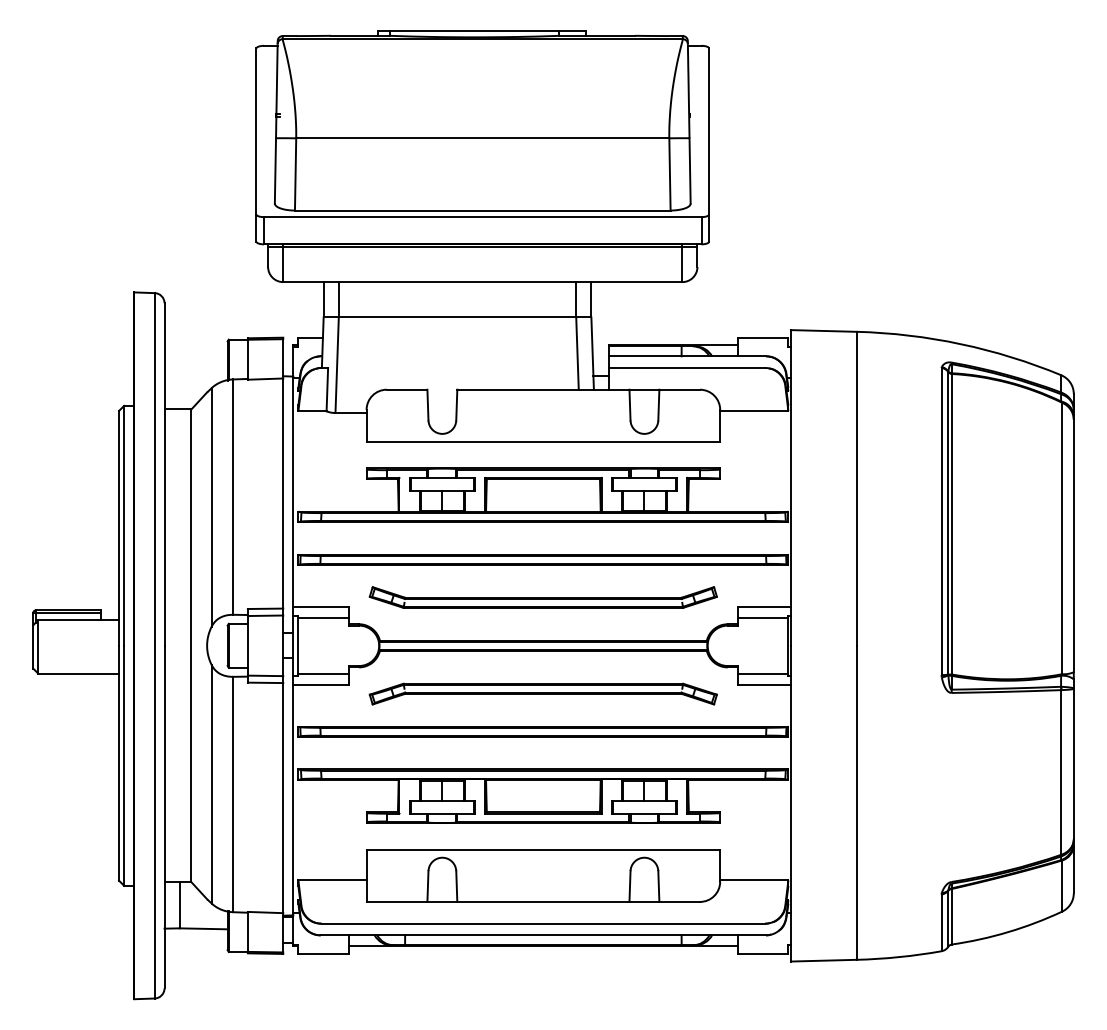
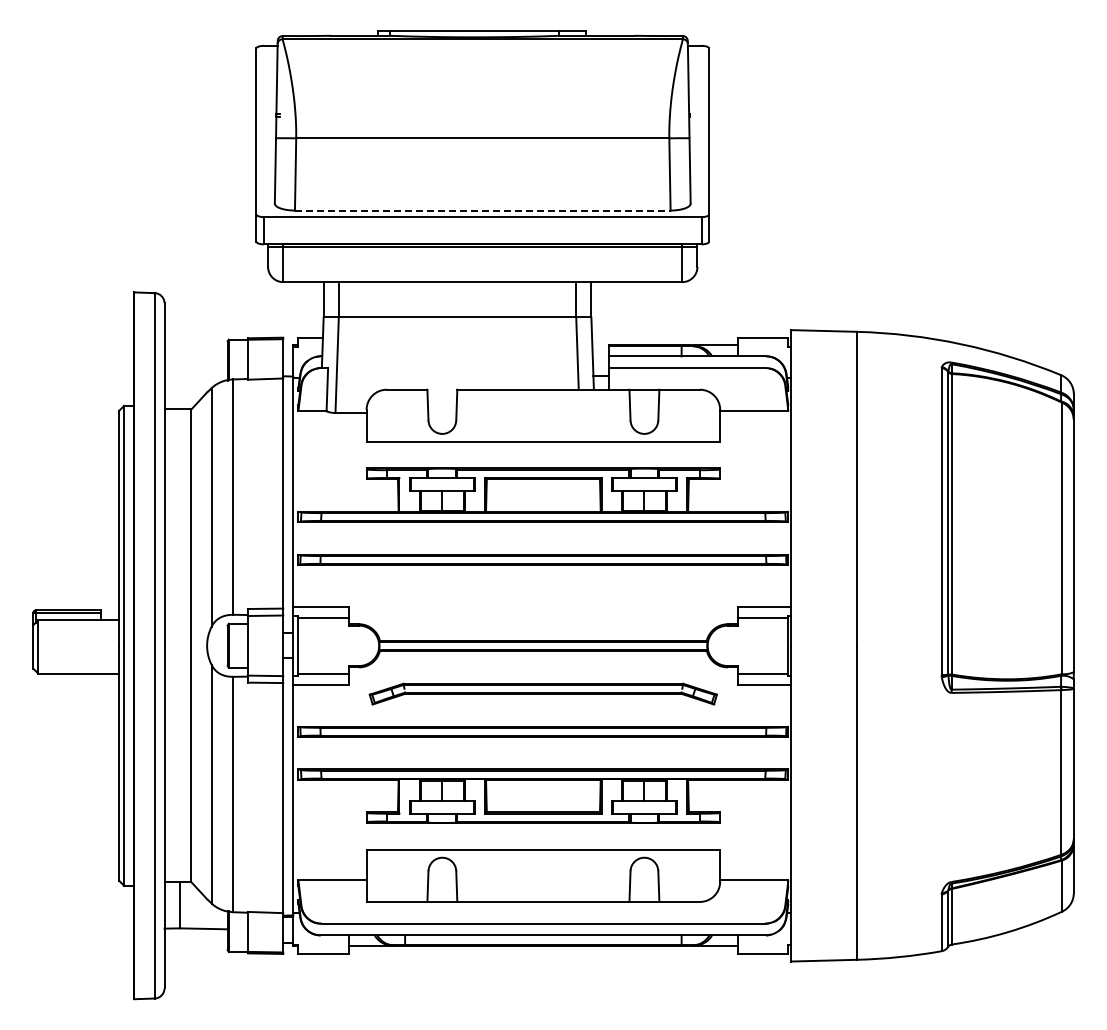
line at (482, 210): solid -> dashed
part at (542, 597): present -> none
